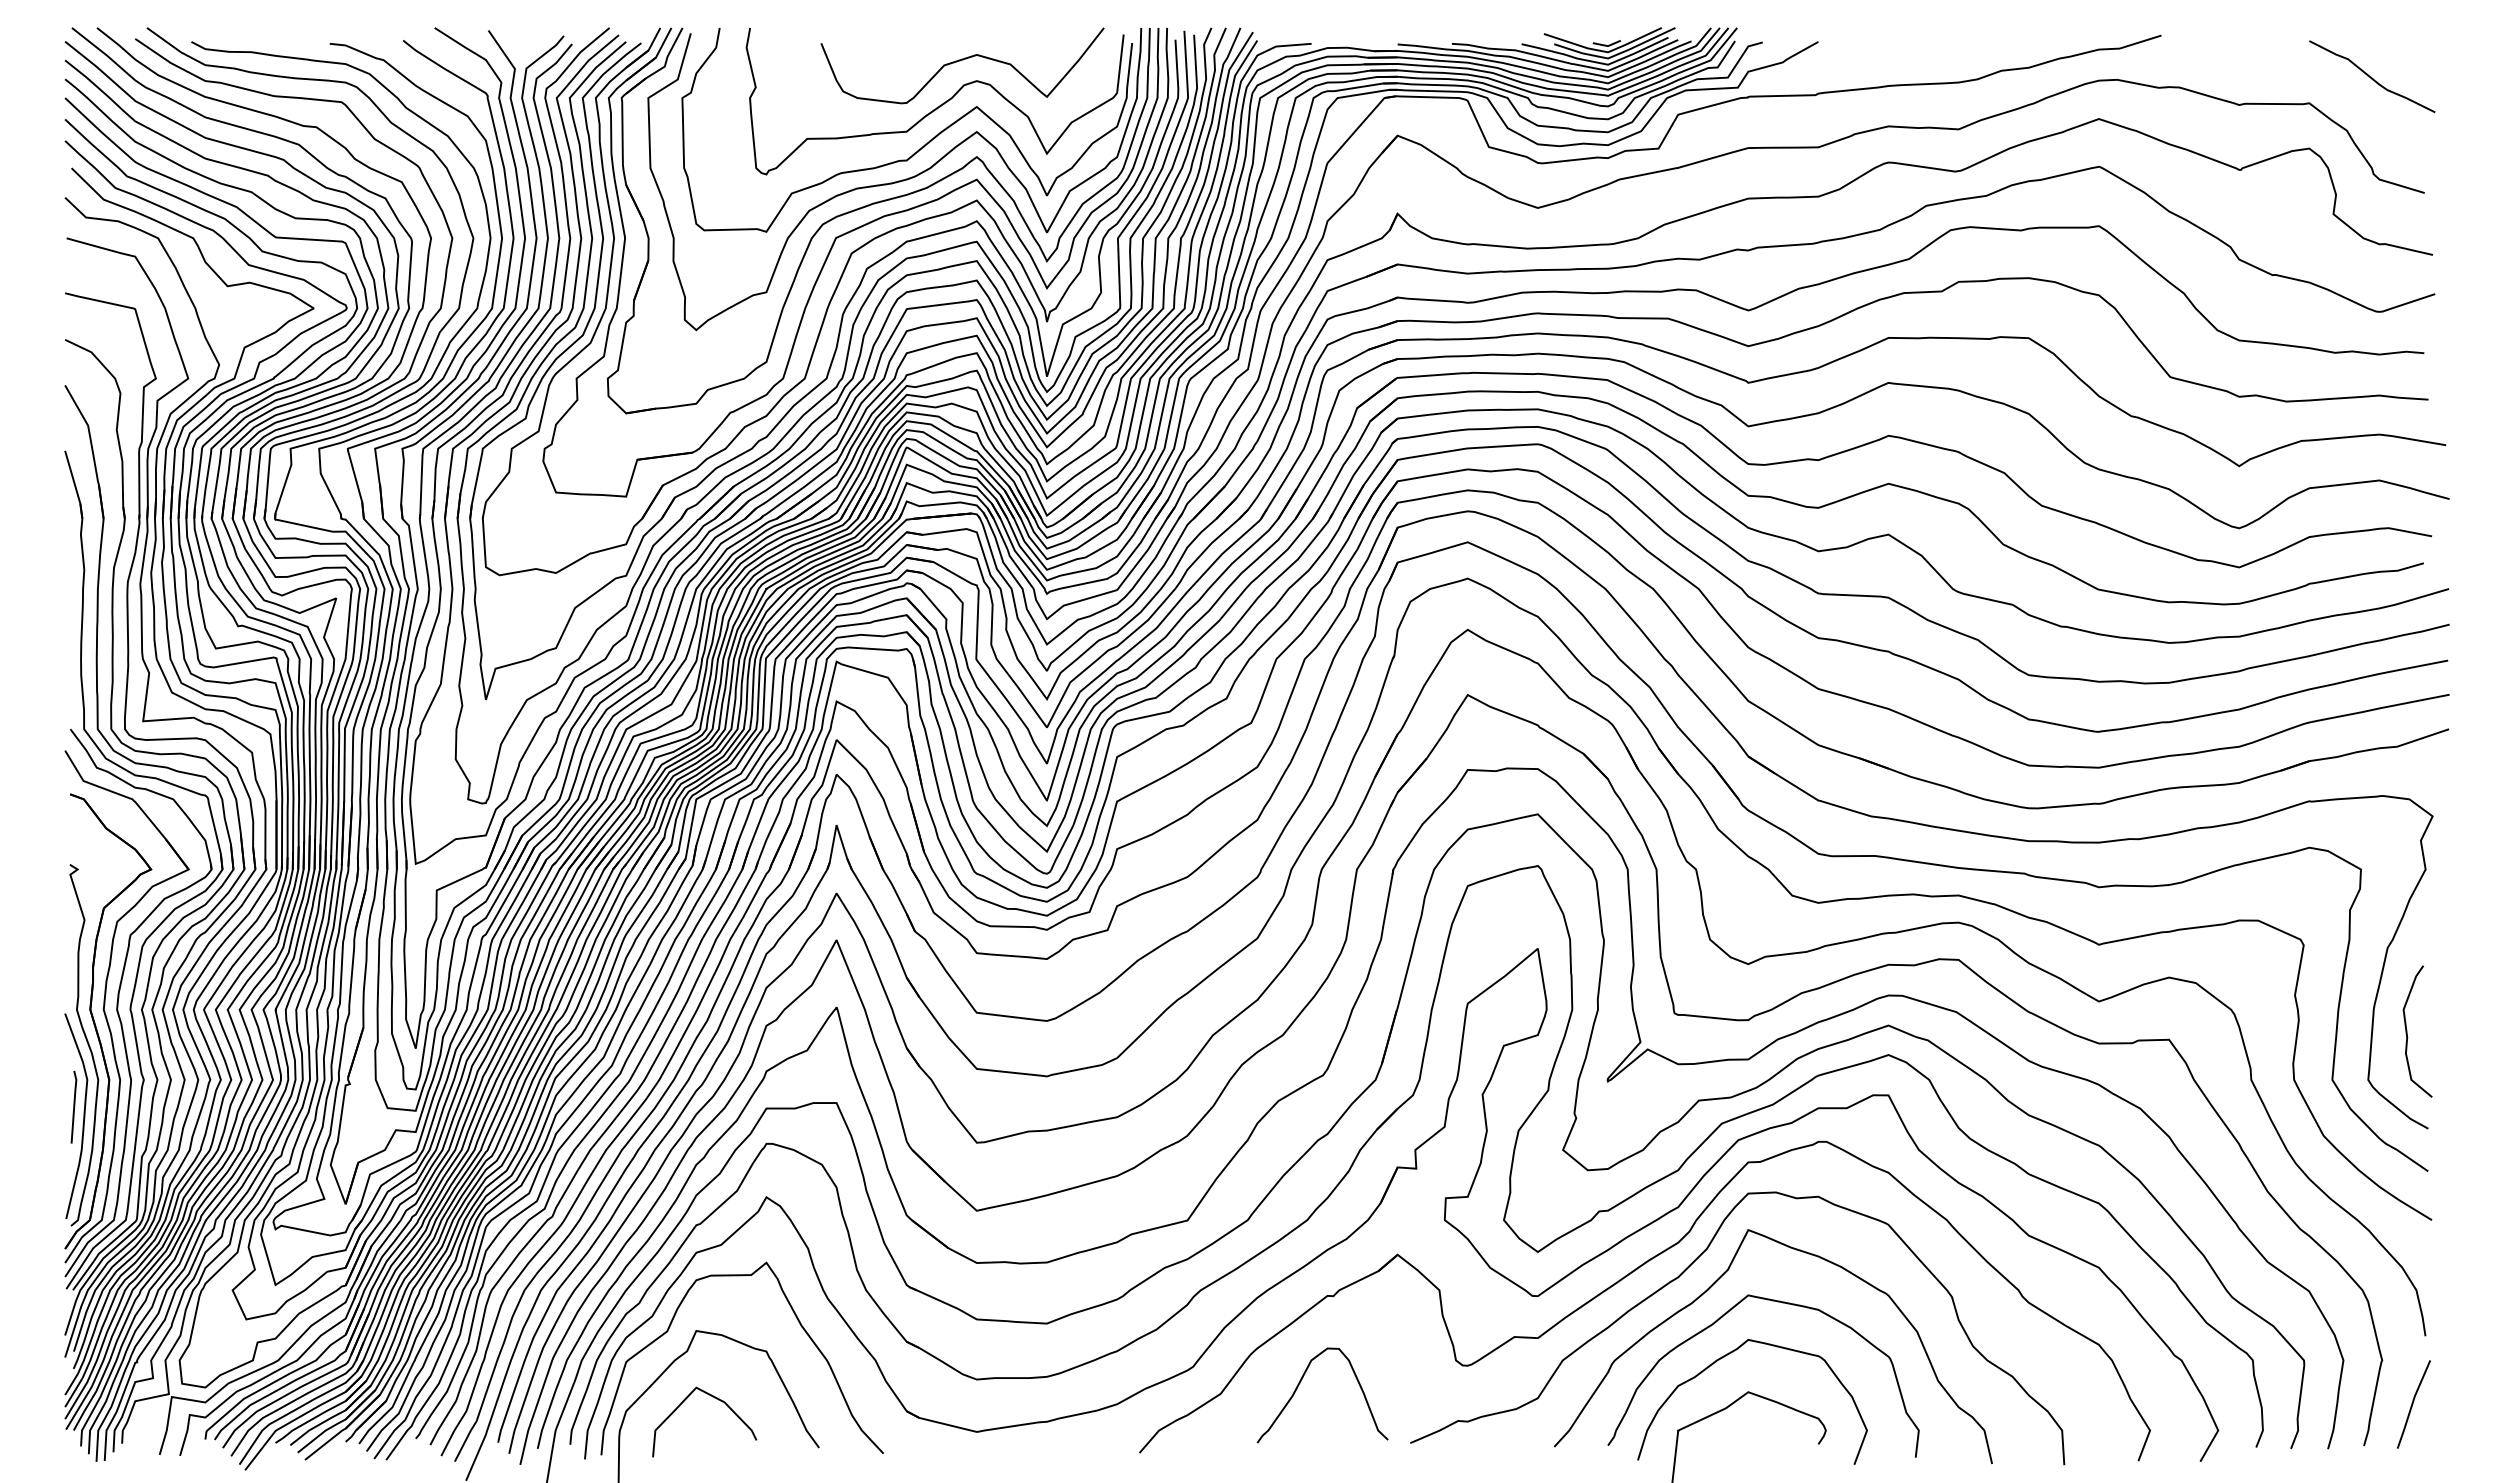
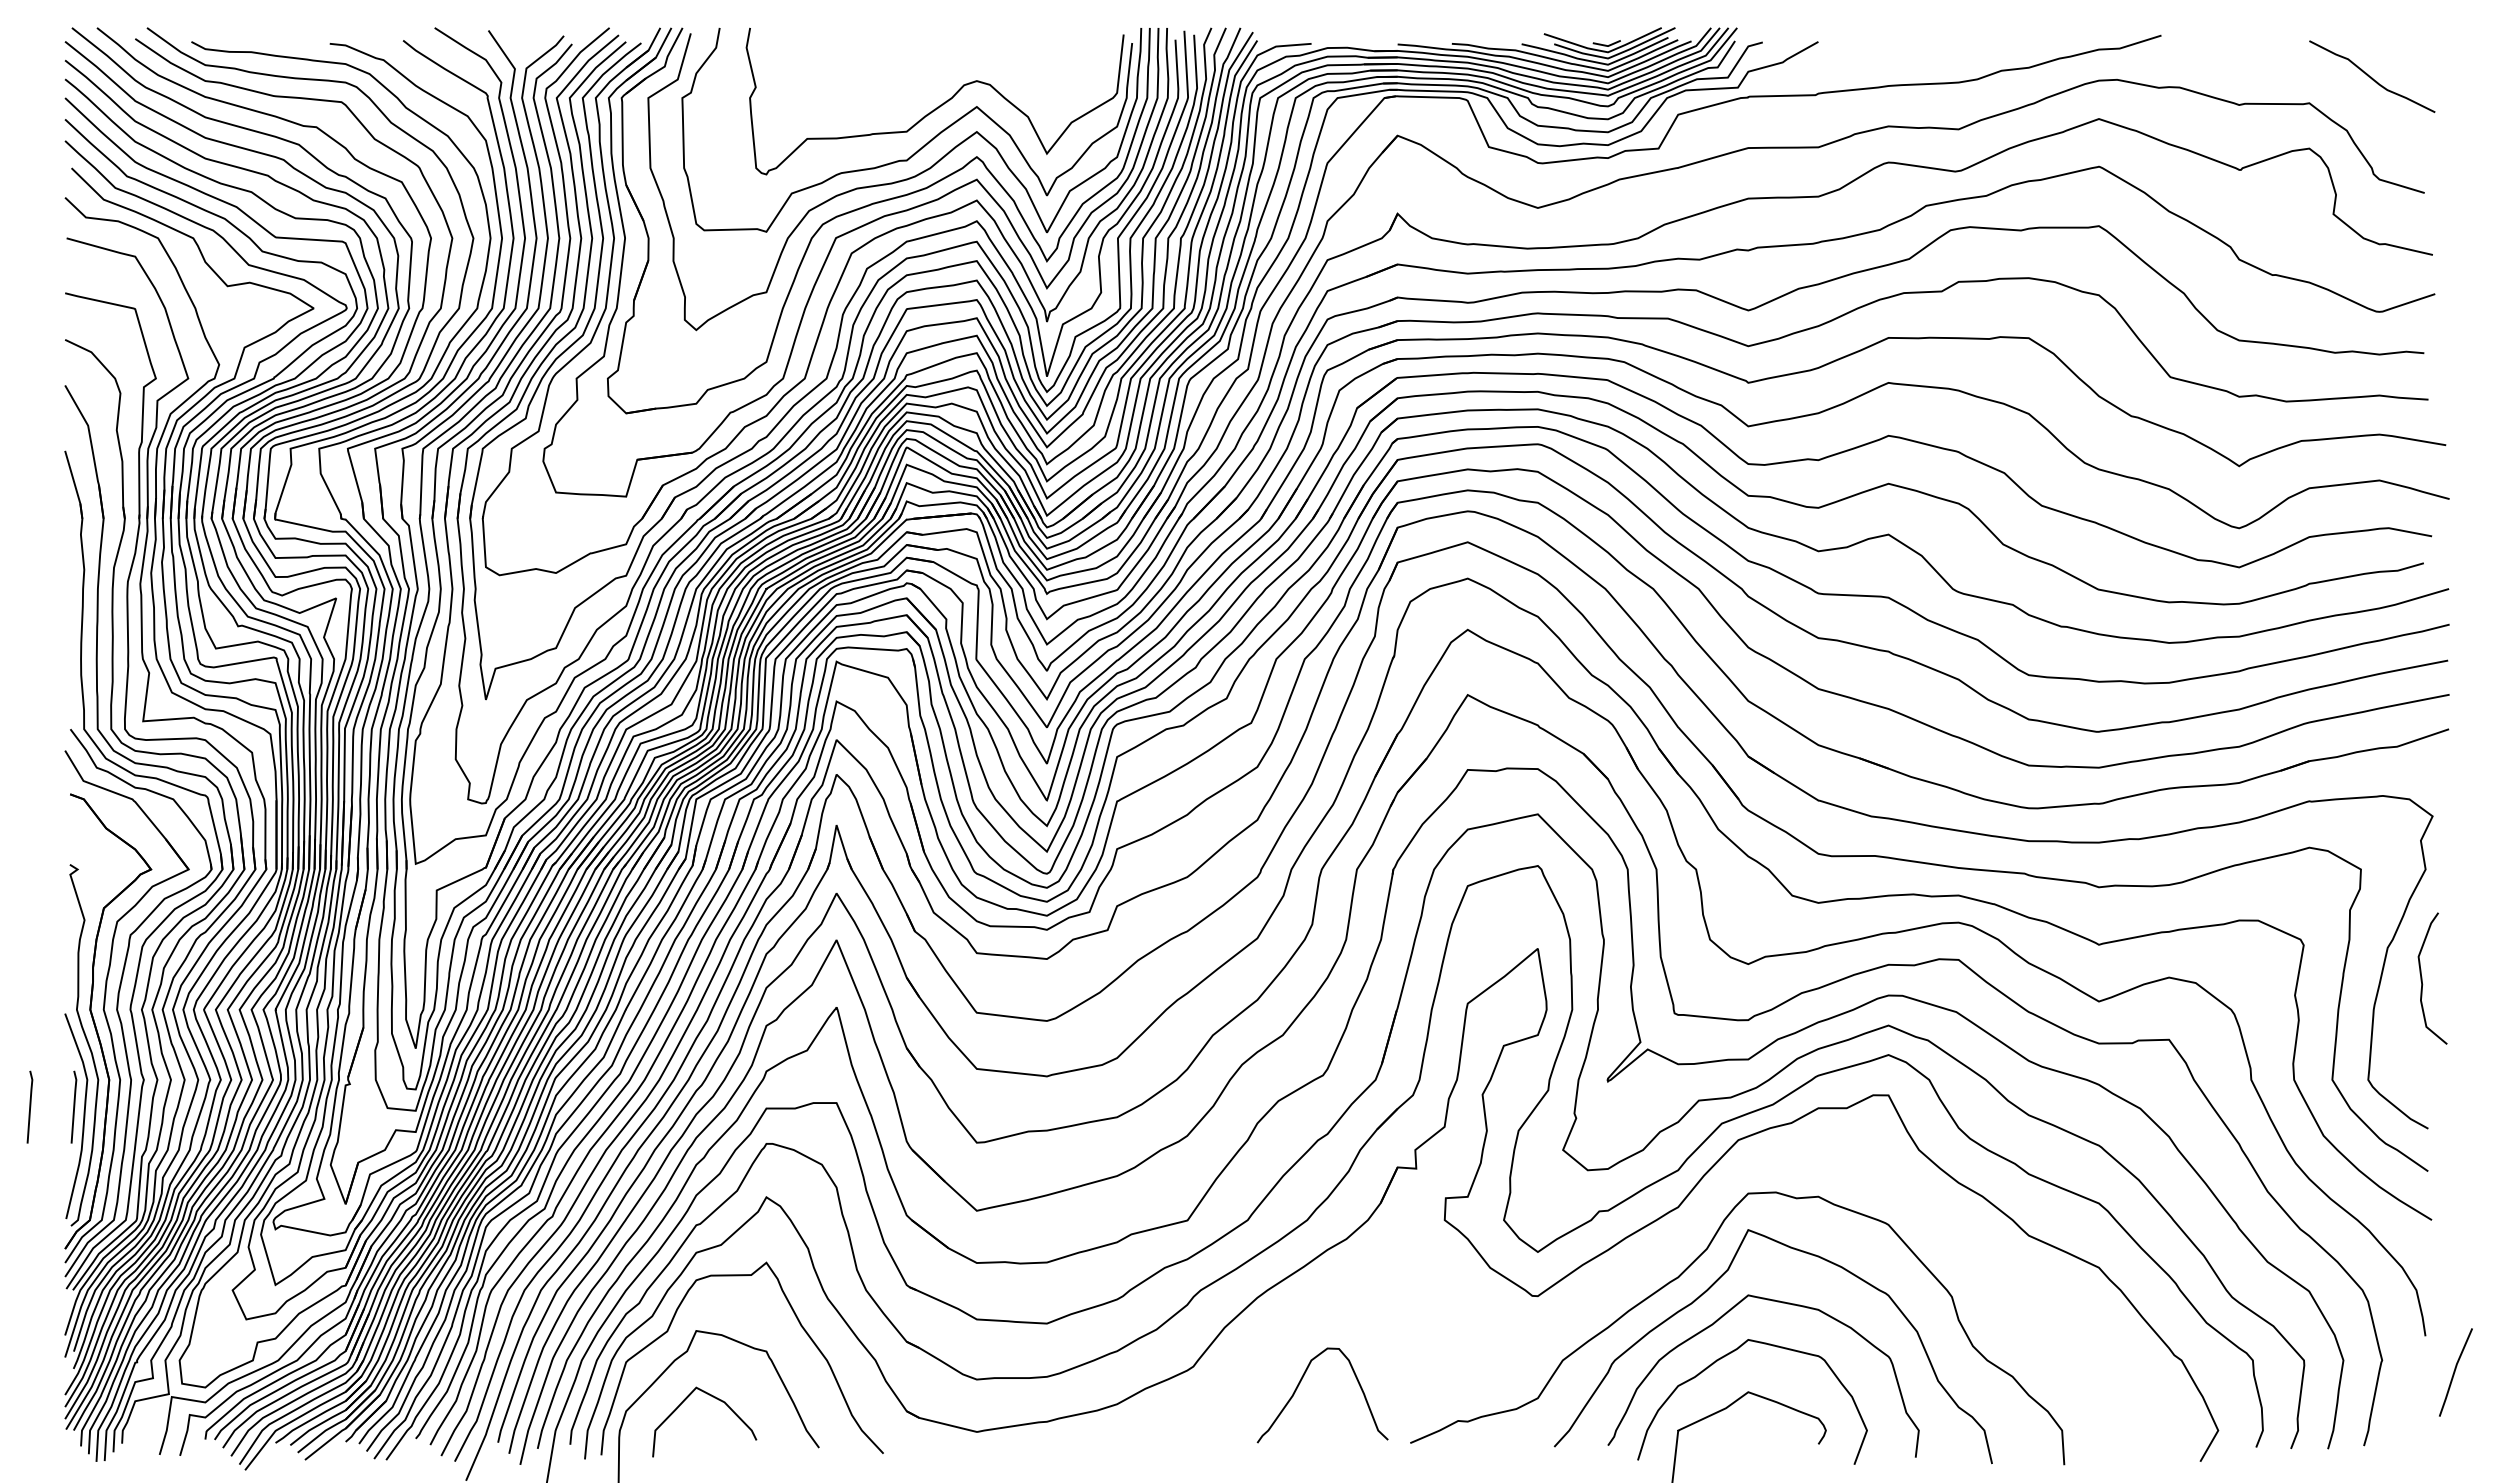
curve at (960, 61): present -> none
curve at (2407, 1031) position: (2407, 1031) -> (2422, 978)
line at (29, 1106): none -> present
part at (1629, 1275): present -> none
line at (2413, 1404) position: (2413, 1404) -> (2455, 1372)
